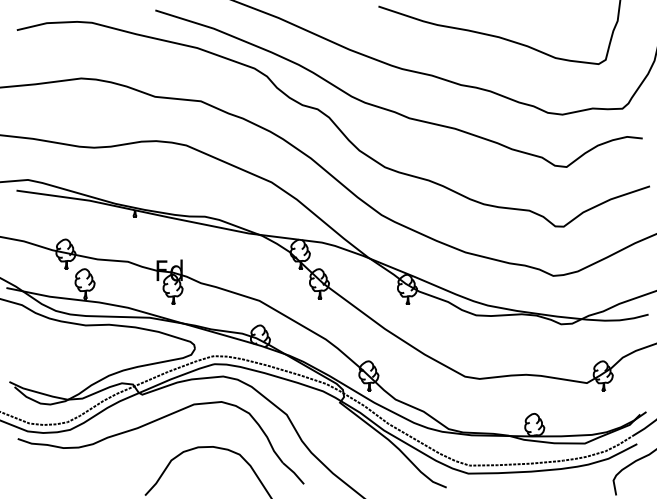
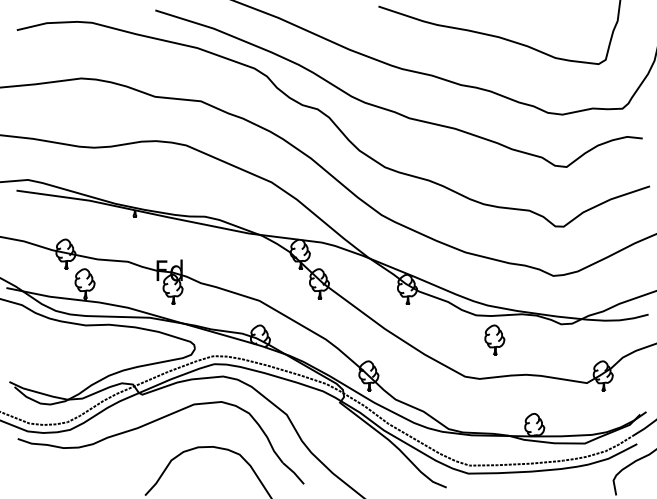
part at (494, 339): none -> present
